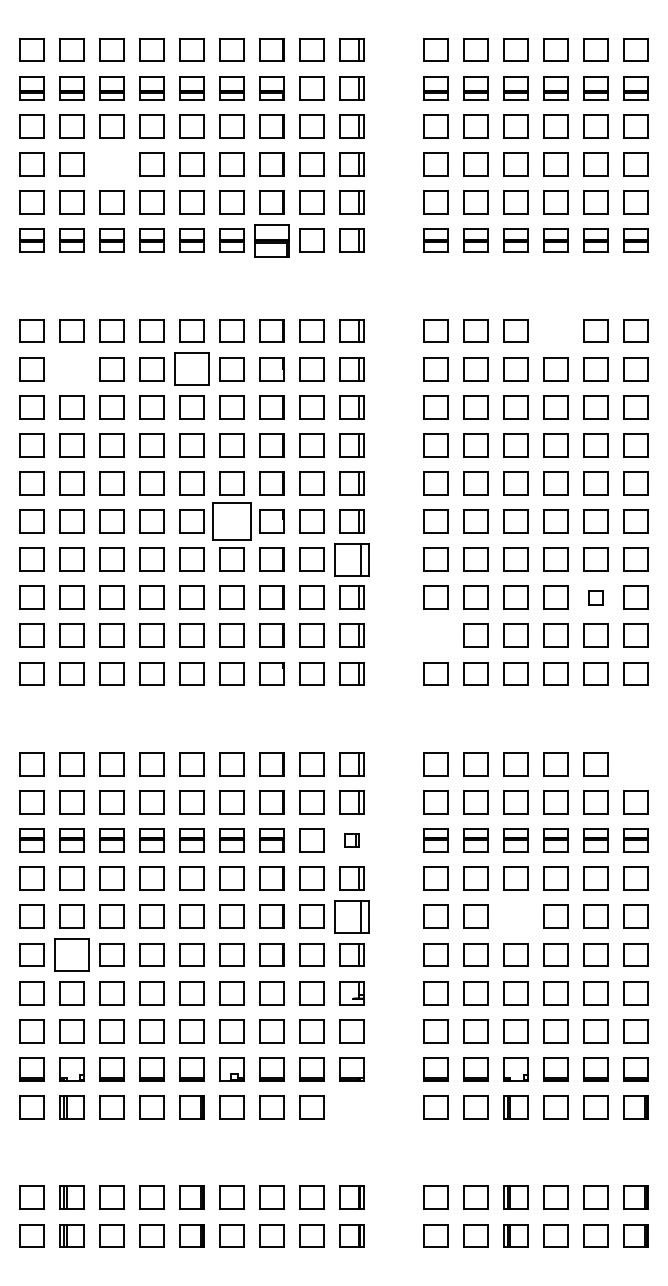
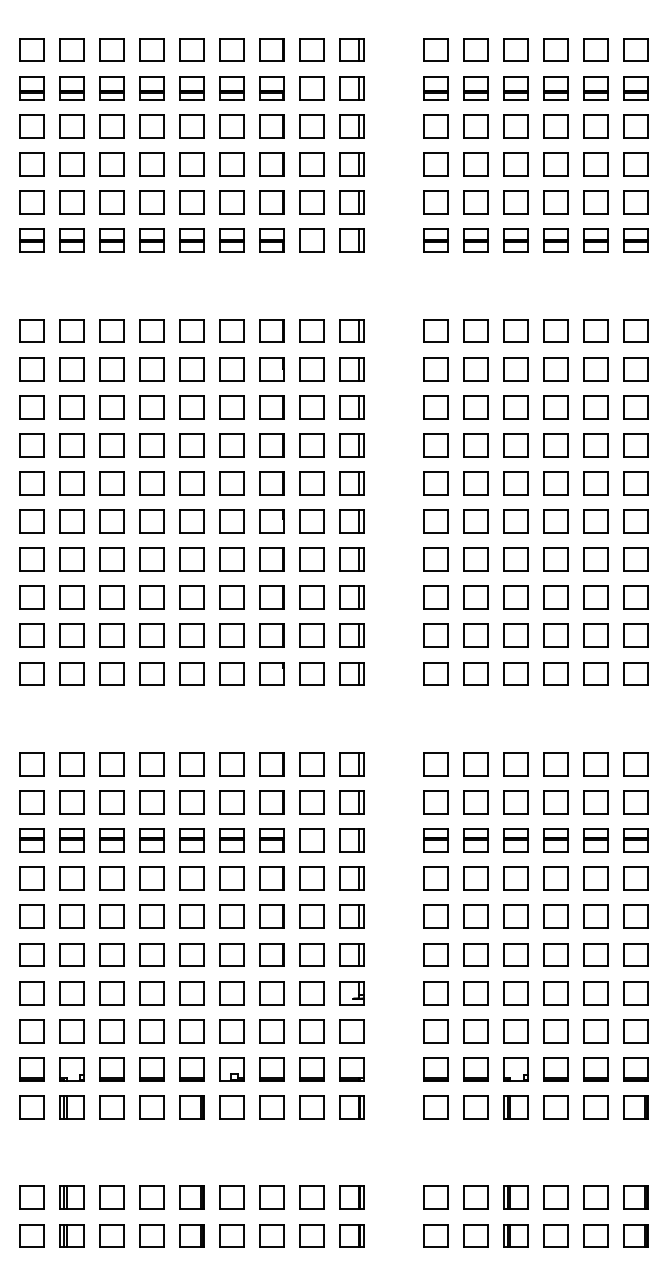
part at (111, 164): none -> present
part at (271, 240) size: 36x34 px -> 26x25 px
part at (555, 330): none -> present
part at (191, 368) size: 36x34 px -> 26x25 px
part at (71, 369): none -> present
part at (231, 521) size: 40x39 px -> 26x25 px
part at (351, 559) size: 36x34 px -> 26x25 px
part at (595, 597) size: 16x16 px -> 26x25 px
part at (435, 635): none -> present
part at (635, 764): none -> present
part at (351, 840) size: 16x15 px -> 26x25 px
part at (351, 916) size: 36x34 px -> 26x25 px
part at (515, 916): none -> present
part at (71, 954) size: 36x34 px -> 26x24 px
part at (351, 1107): none -> present
